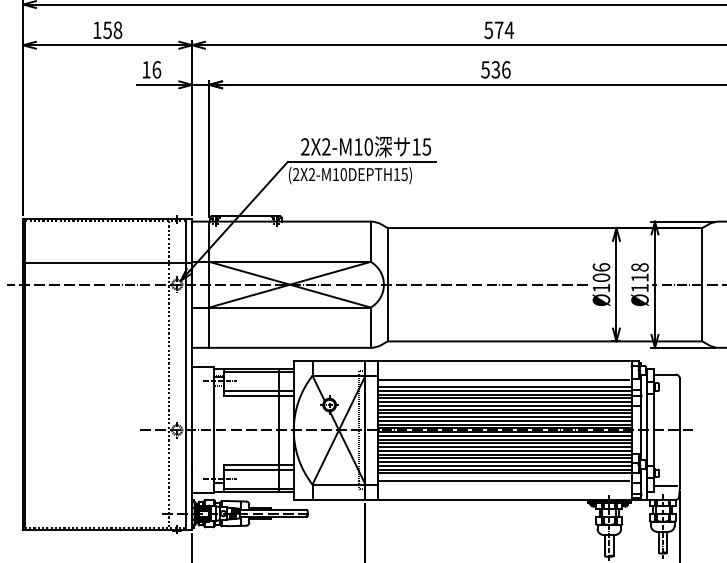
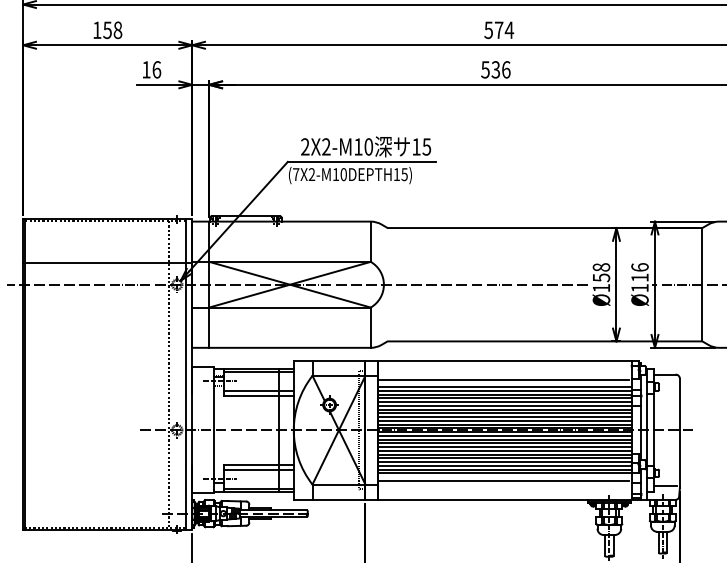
text at (296, 174): (2X2-M10DEPTH15) -> (7X2-M10DEPTH15)
text at (639, 267): Ø118 -> Ø116
text at (601, 272): Ø106 -> Ø158
line at (387, 284): present -> none
